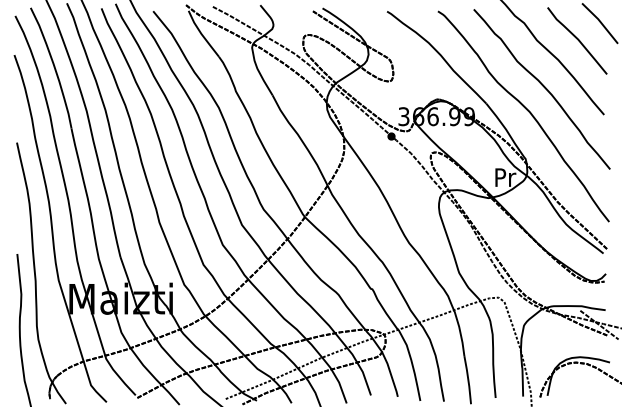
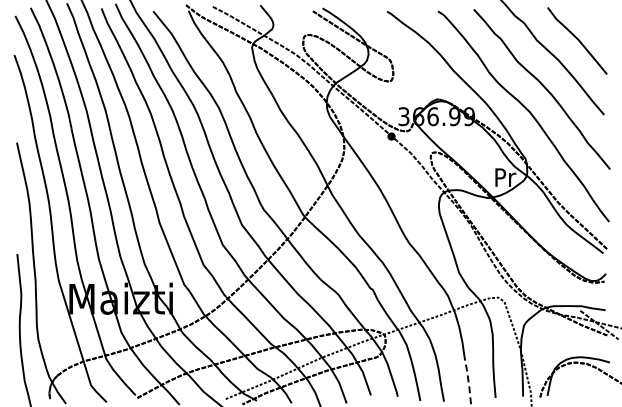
line at (599, 22): present -> none
line at (468, 379): solid -> dashed
